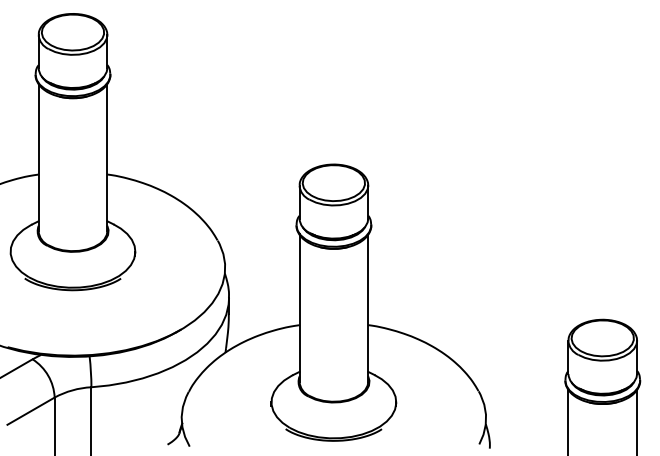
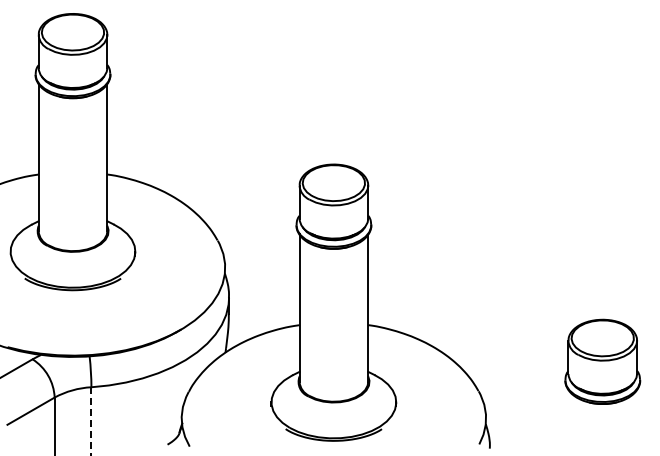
line at (568, 420): present -> none
line at (637, 420): present -> none
line at (91, 421): solid -> dashed
